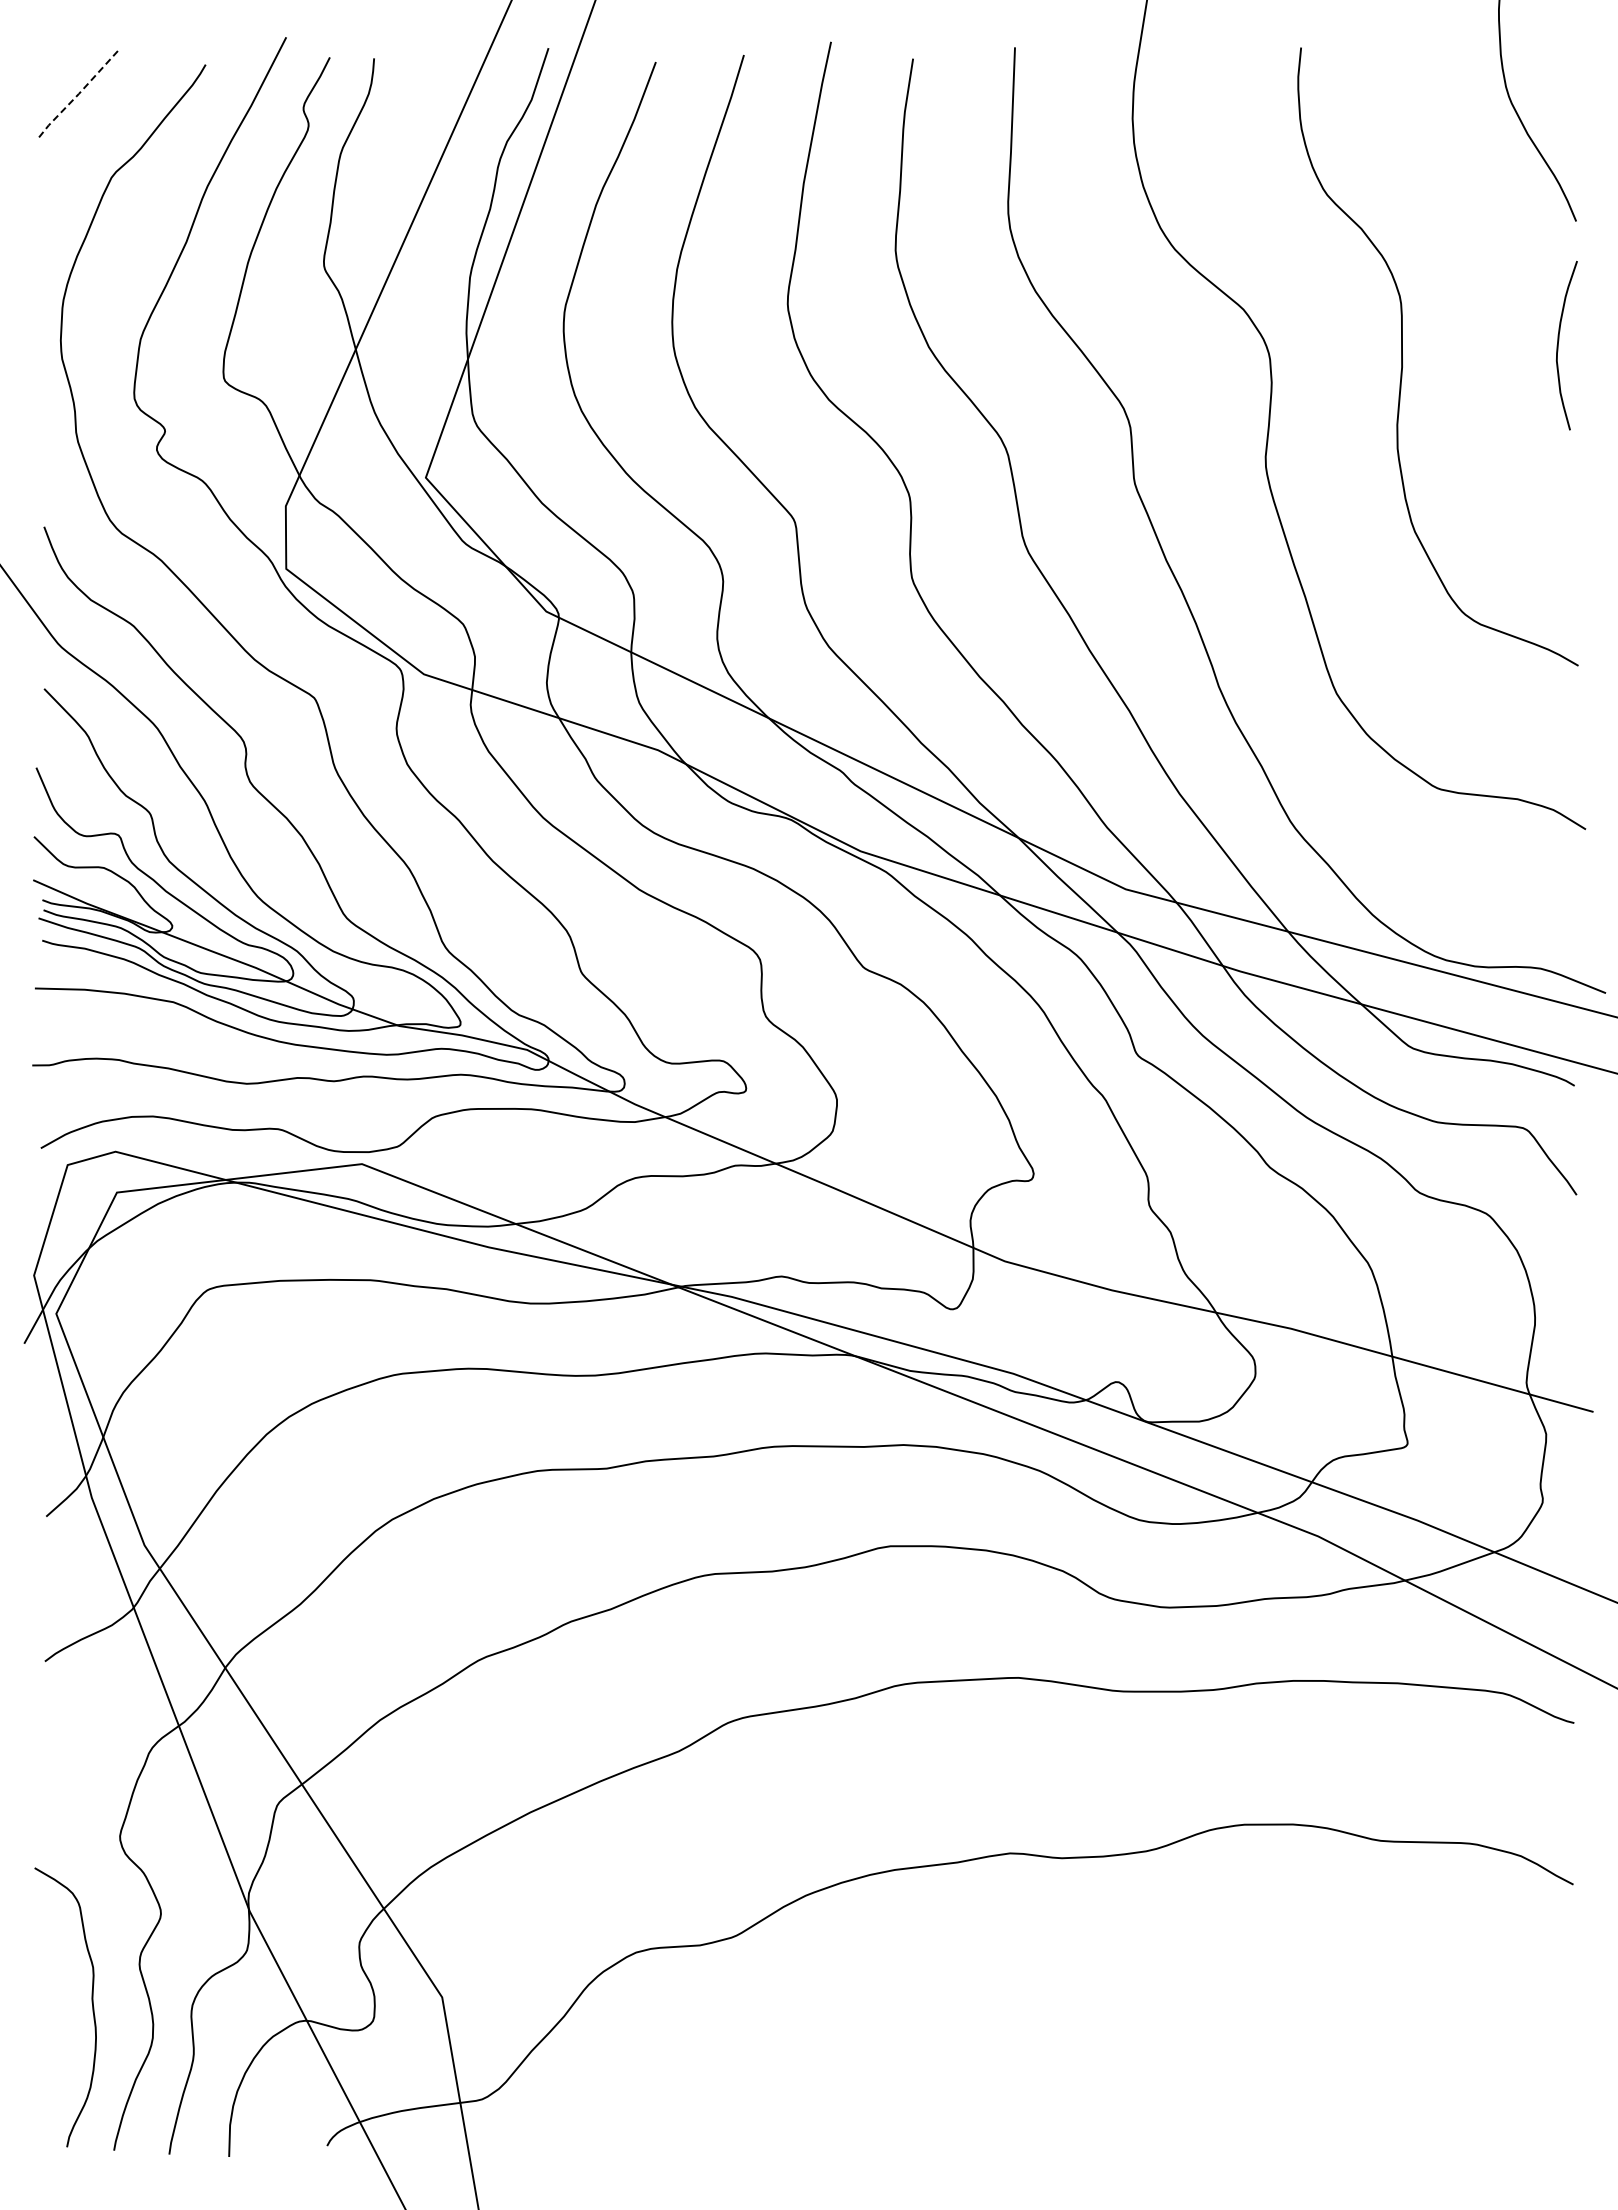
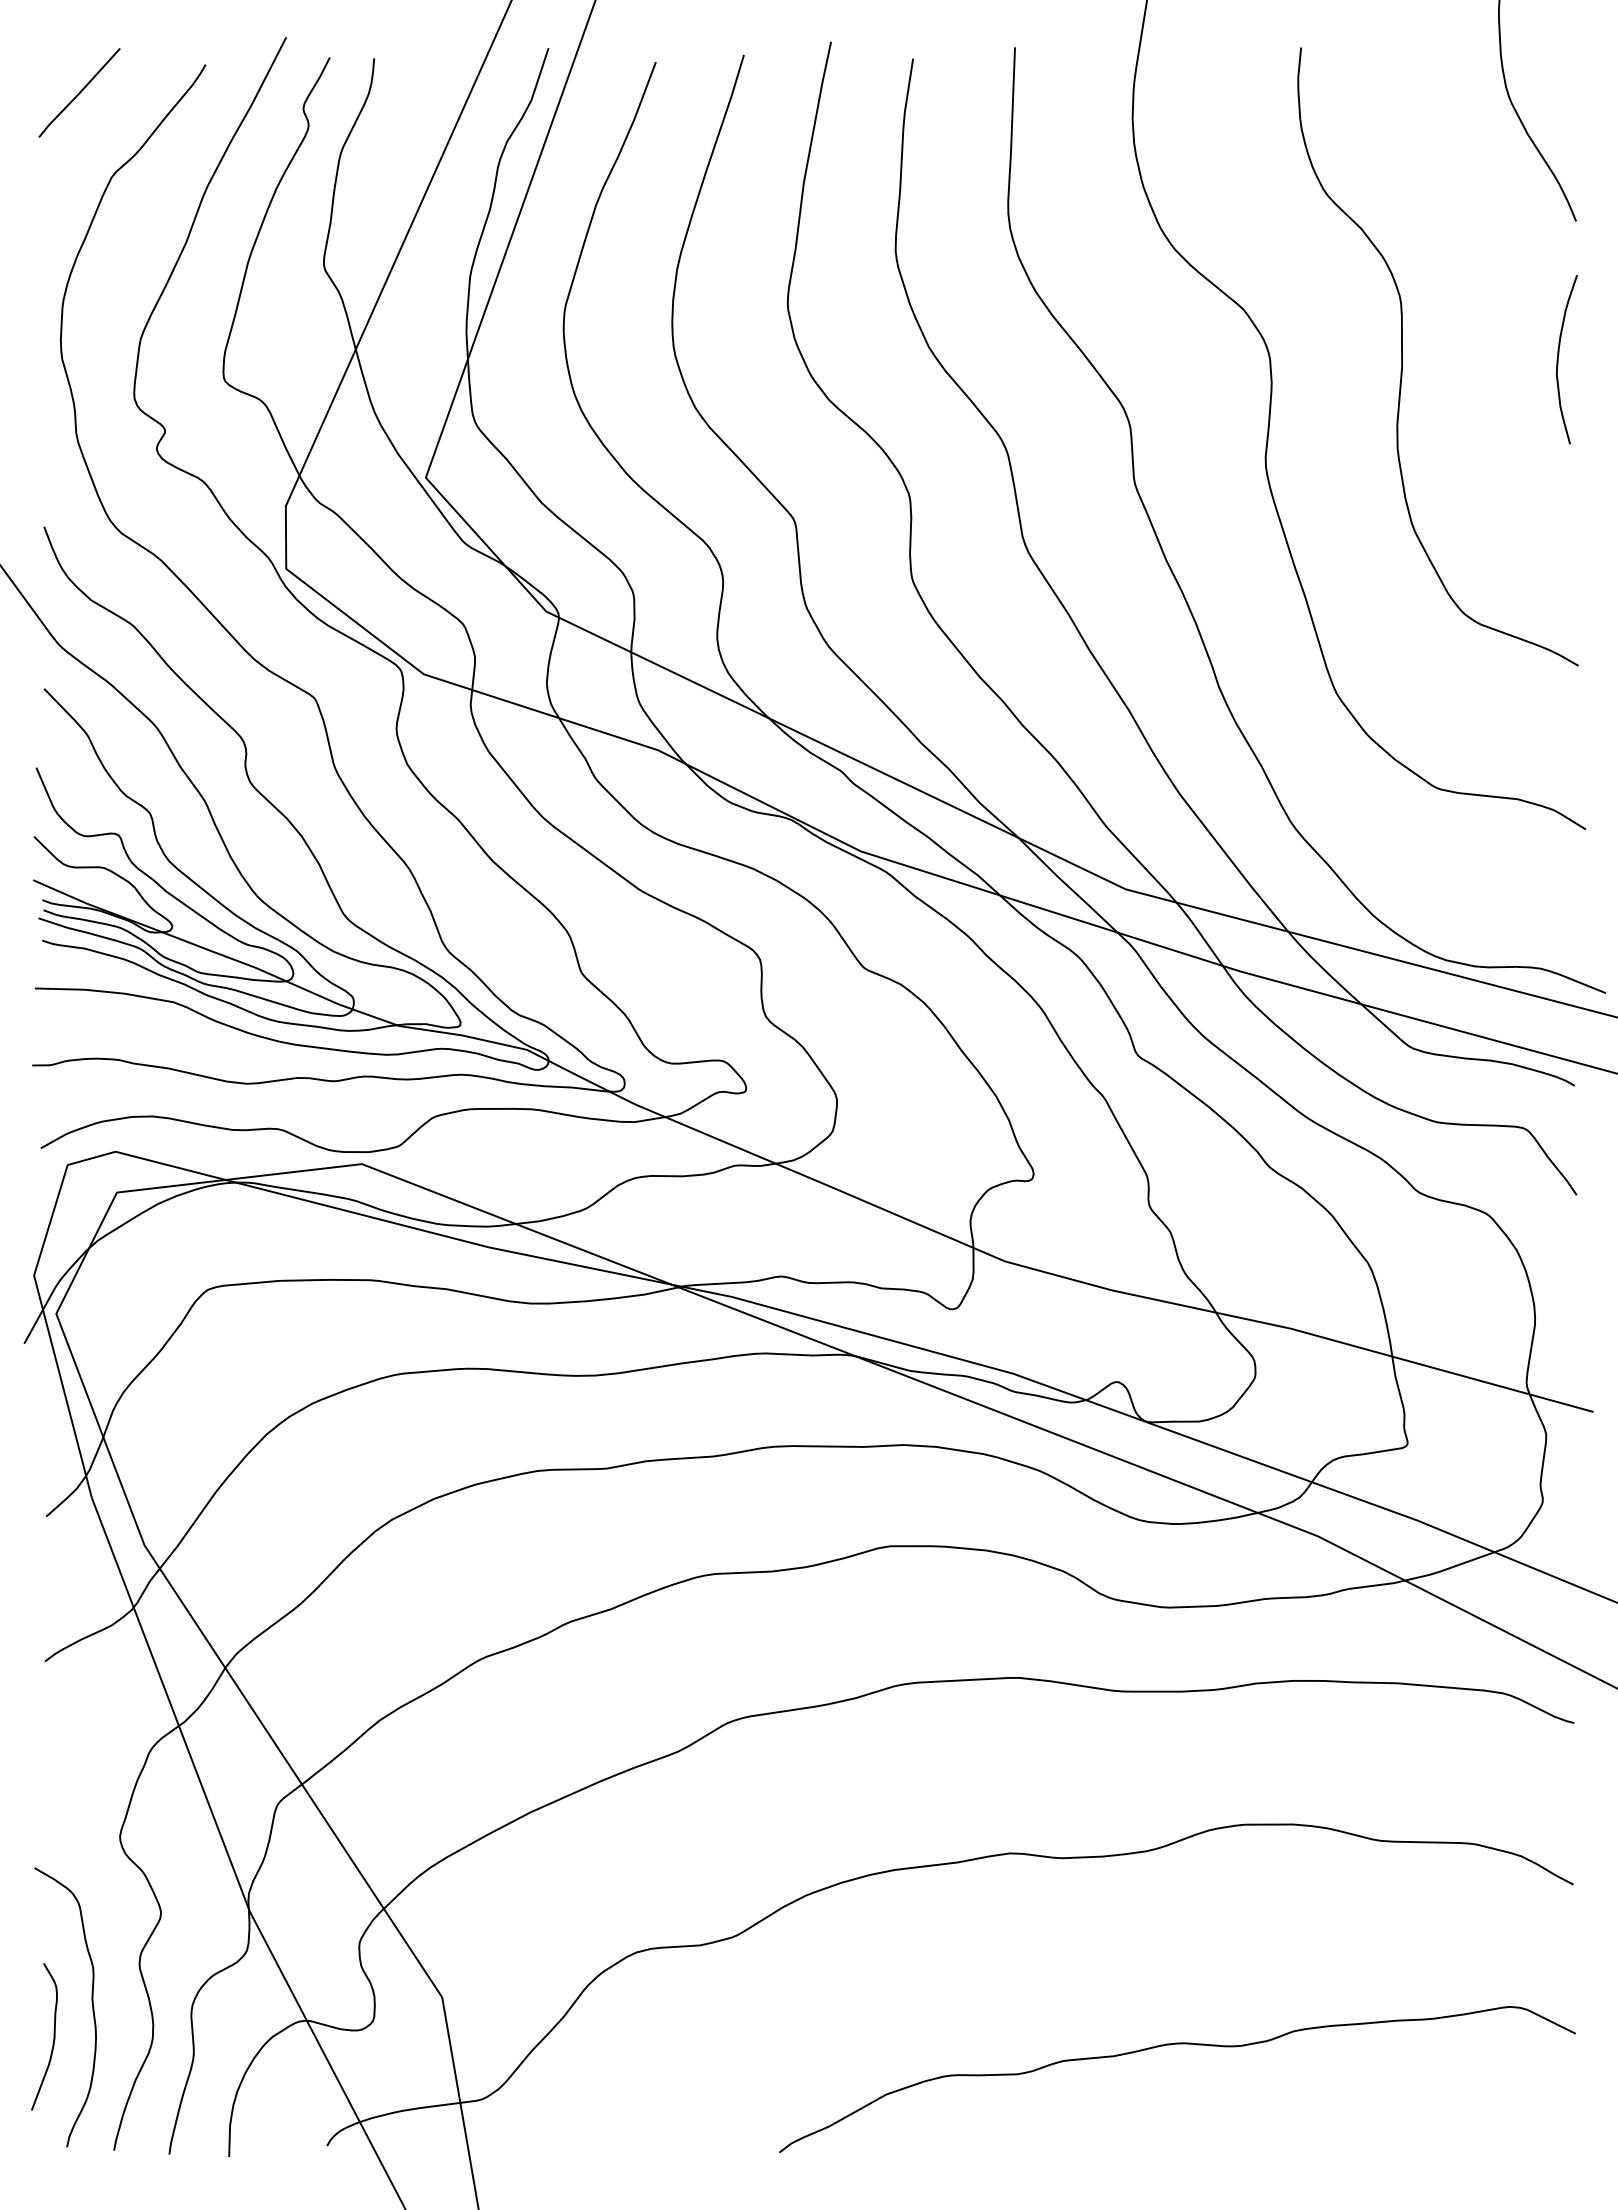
line at (78, 94): dashed -> solid
curve at (1558, 345) position: (1558, 345) -> (1558, 359)
curve at (53, 2036): none -> present
curve at (1170, 2045): none -> present
